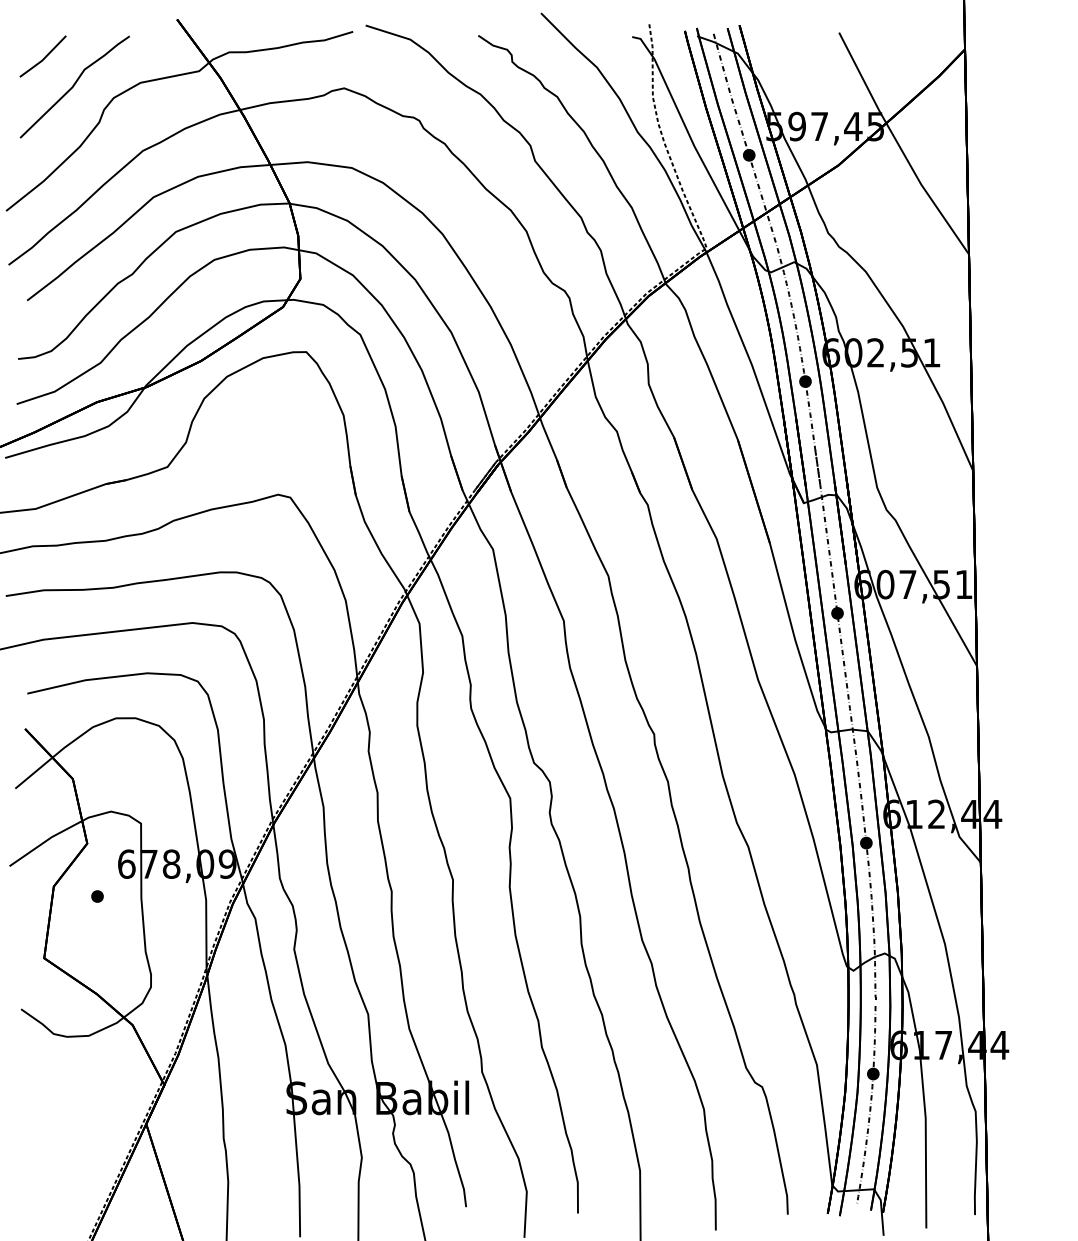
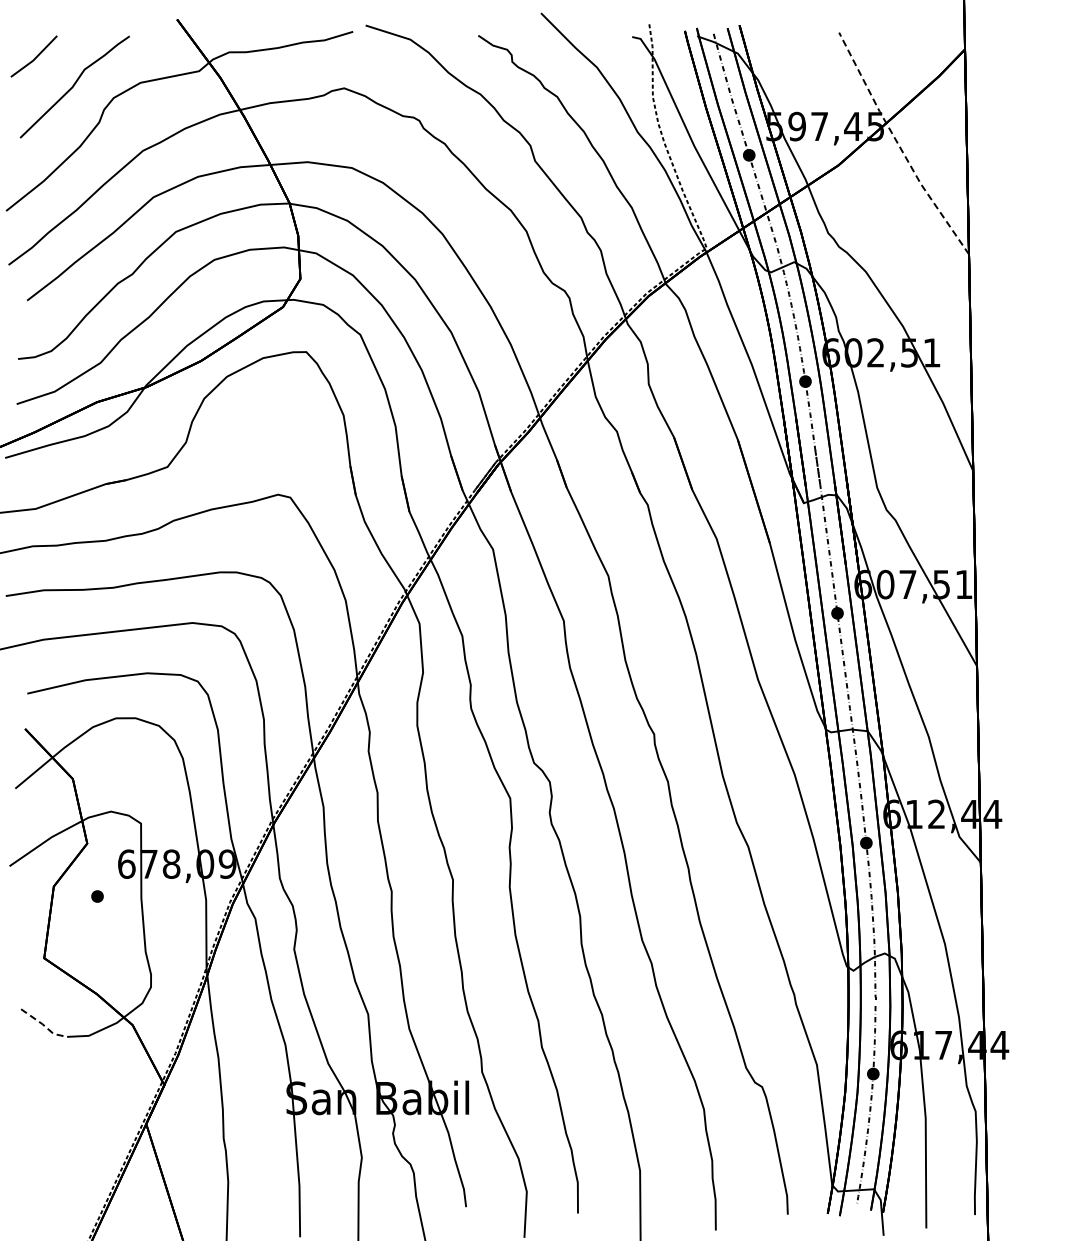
line at (43, 57) position: (43, 57) -> (34, 57)
line at (899, 145): solid -> dashed
line at (43, 1024): solid -> dashed
